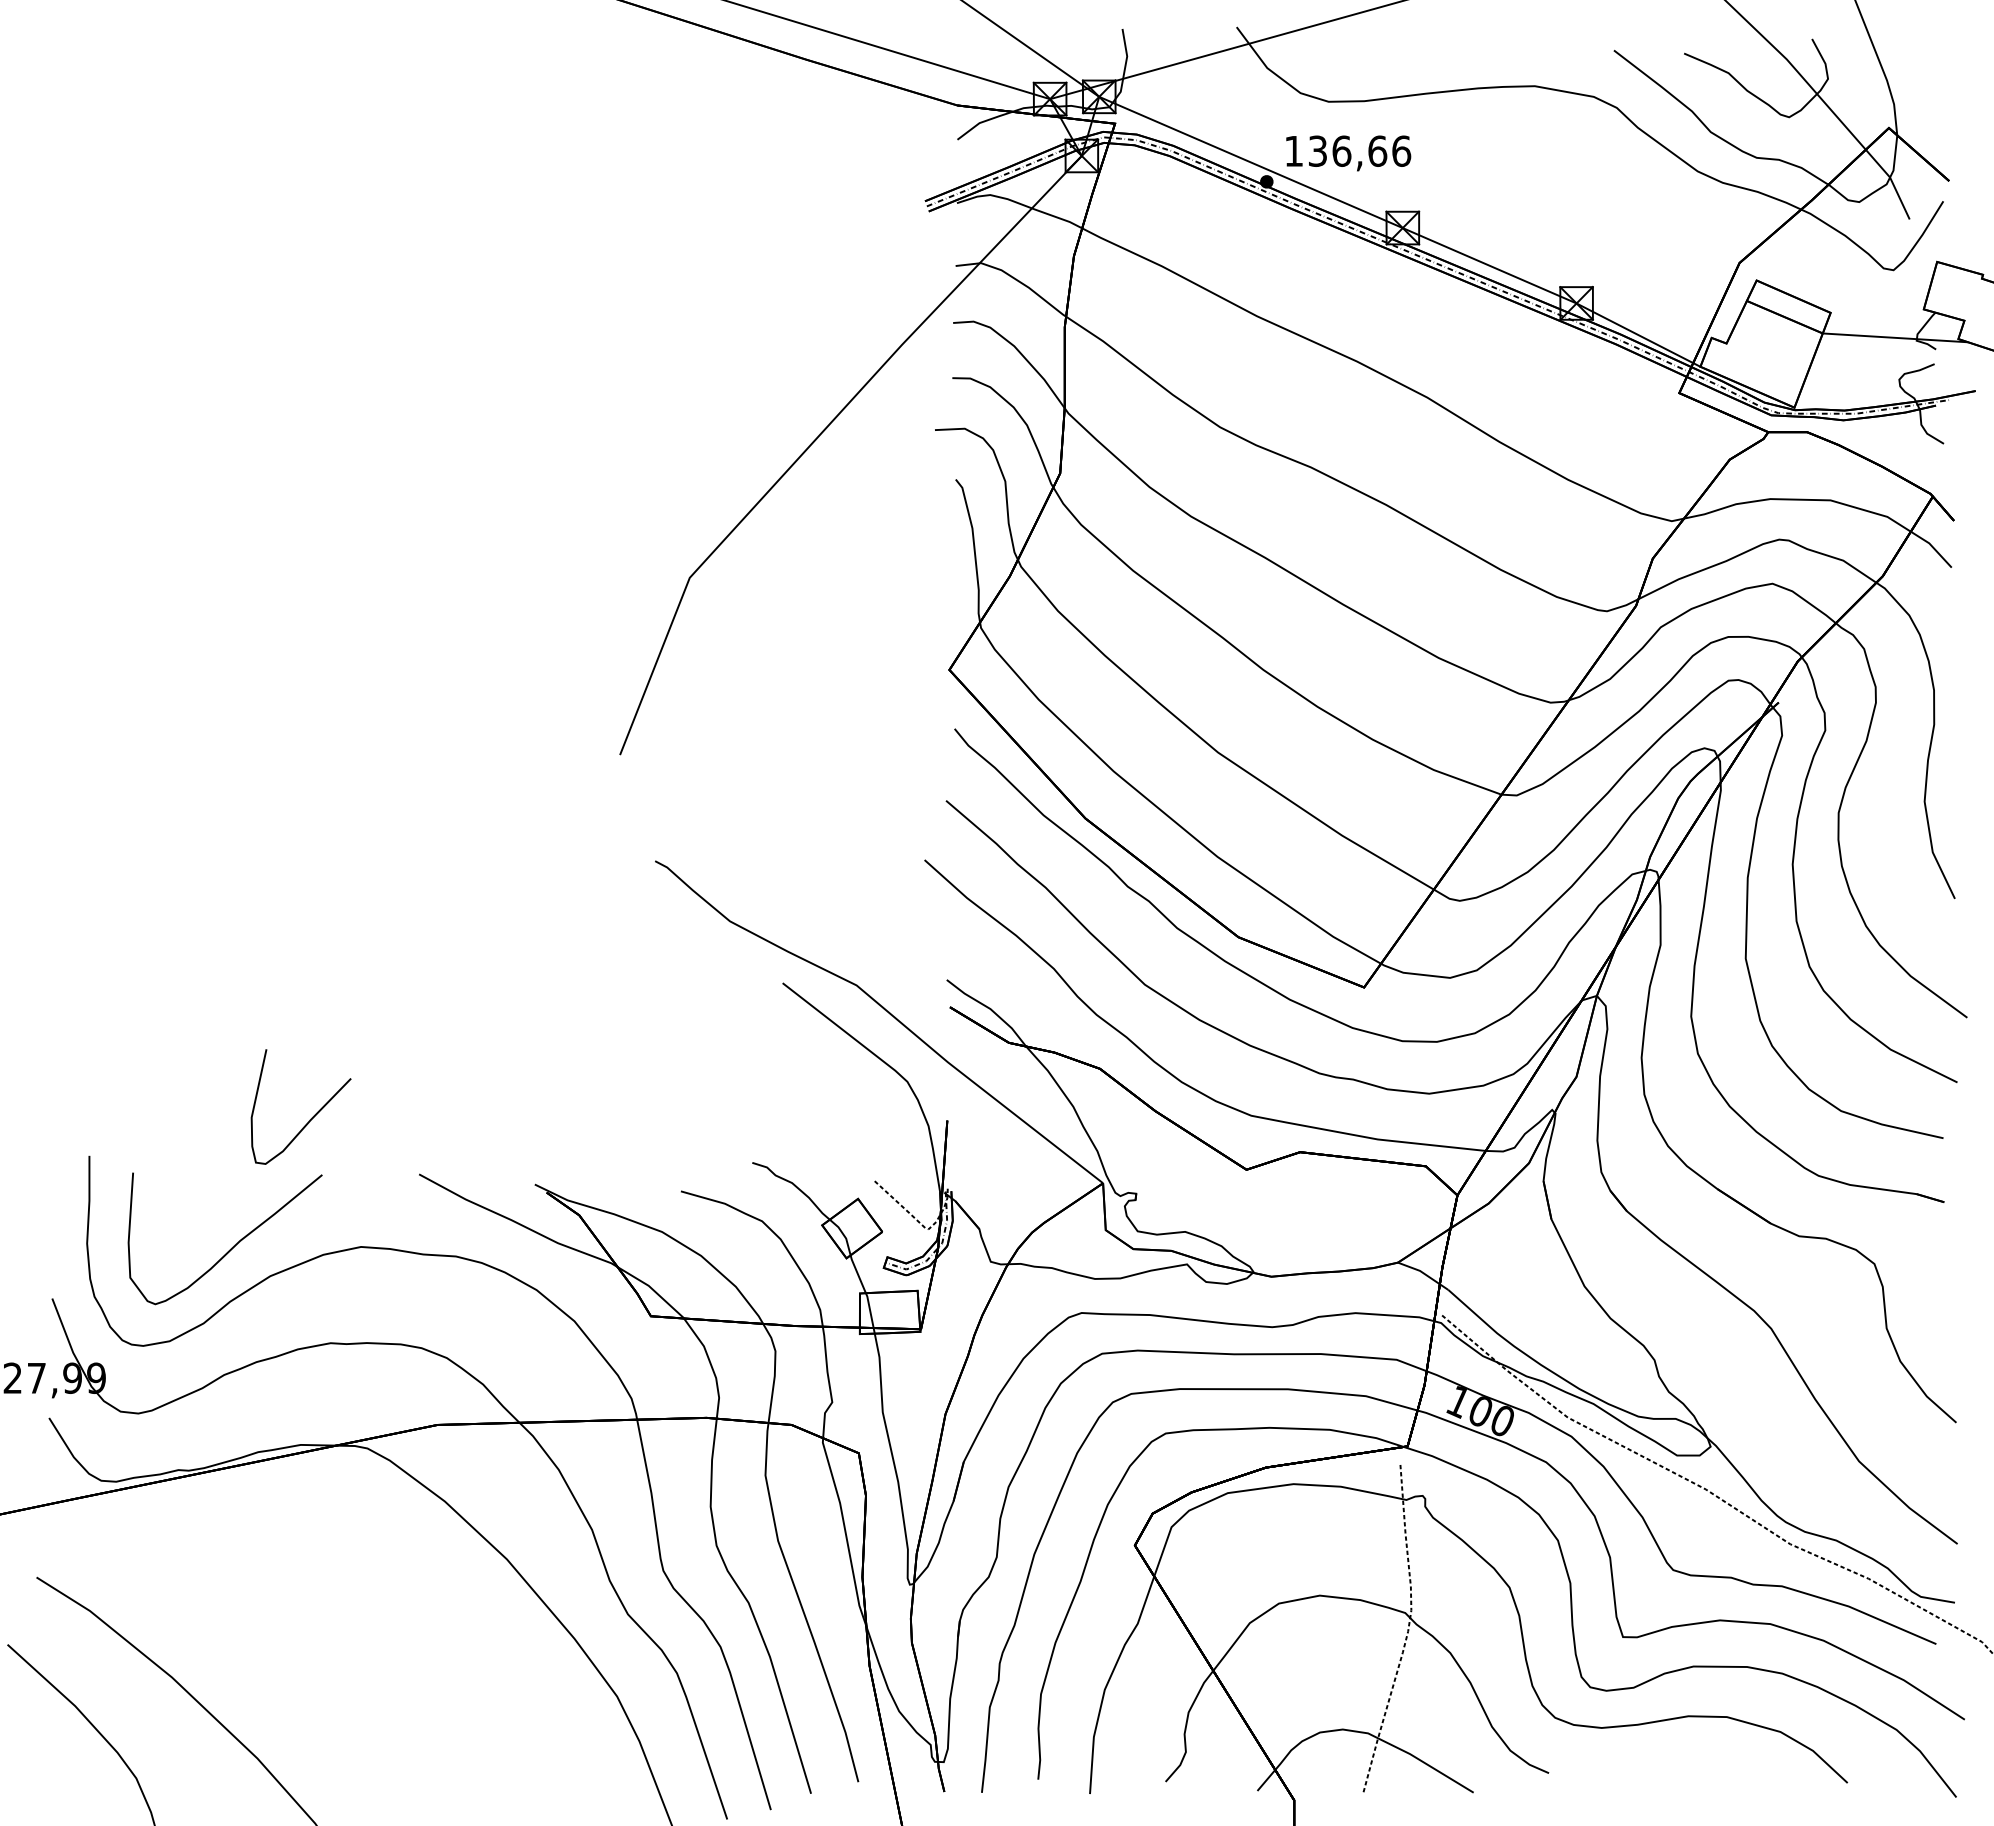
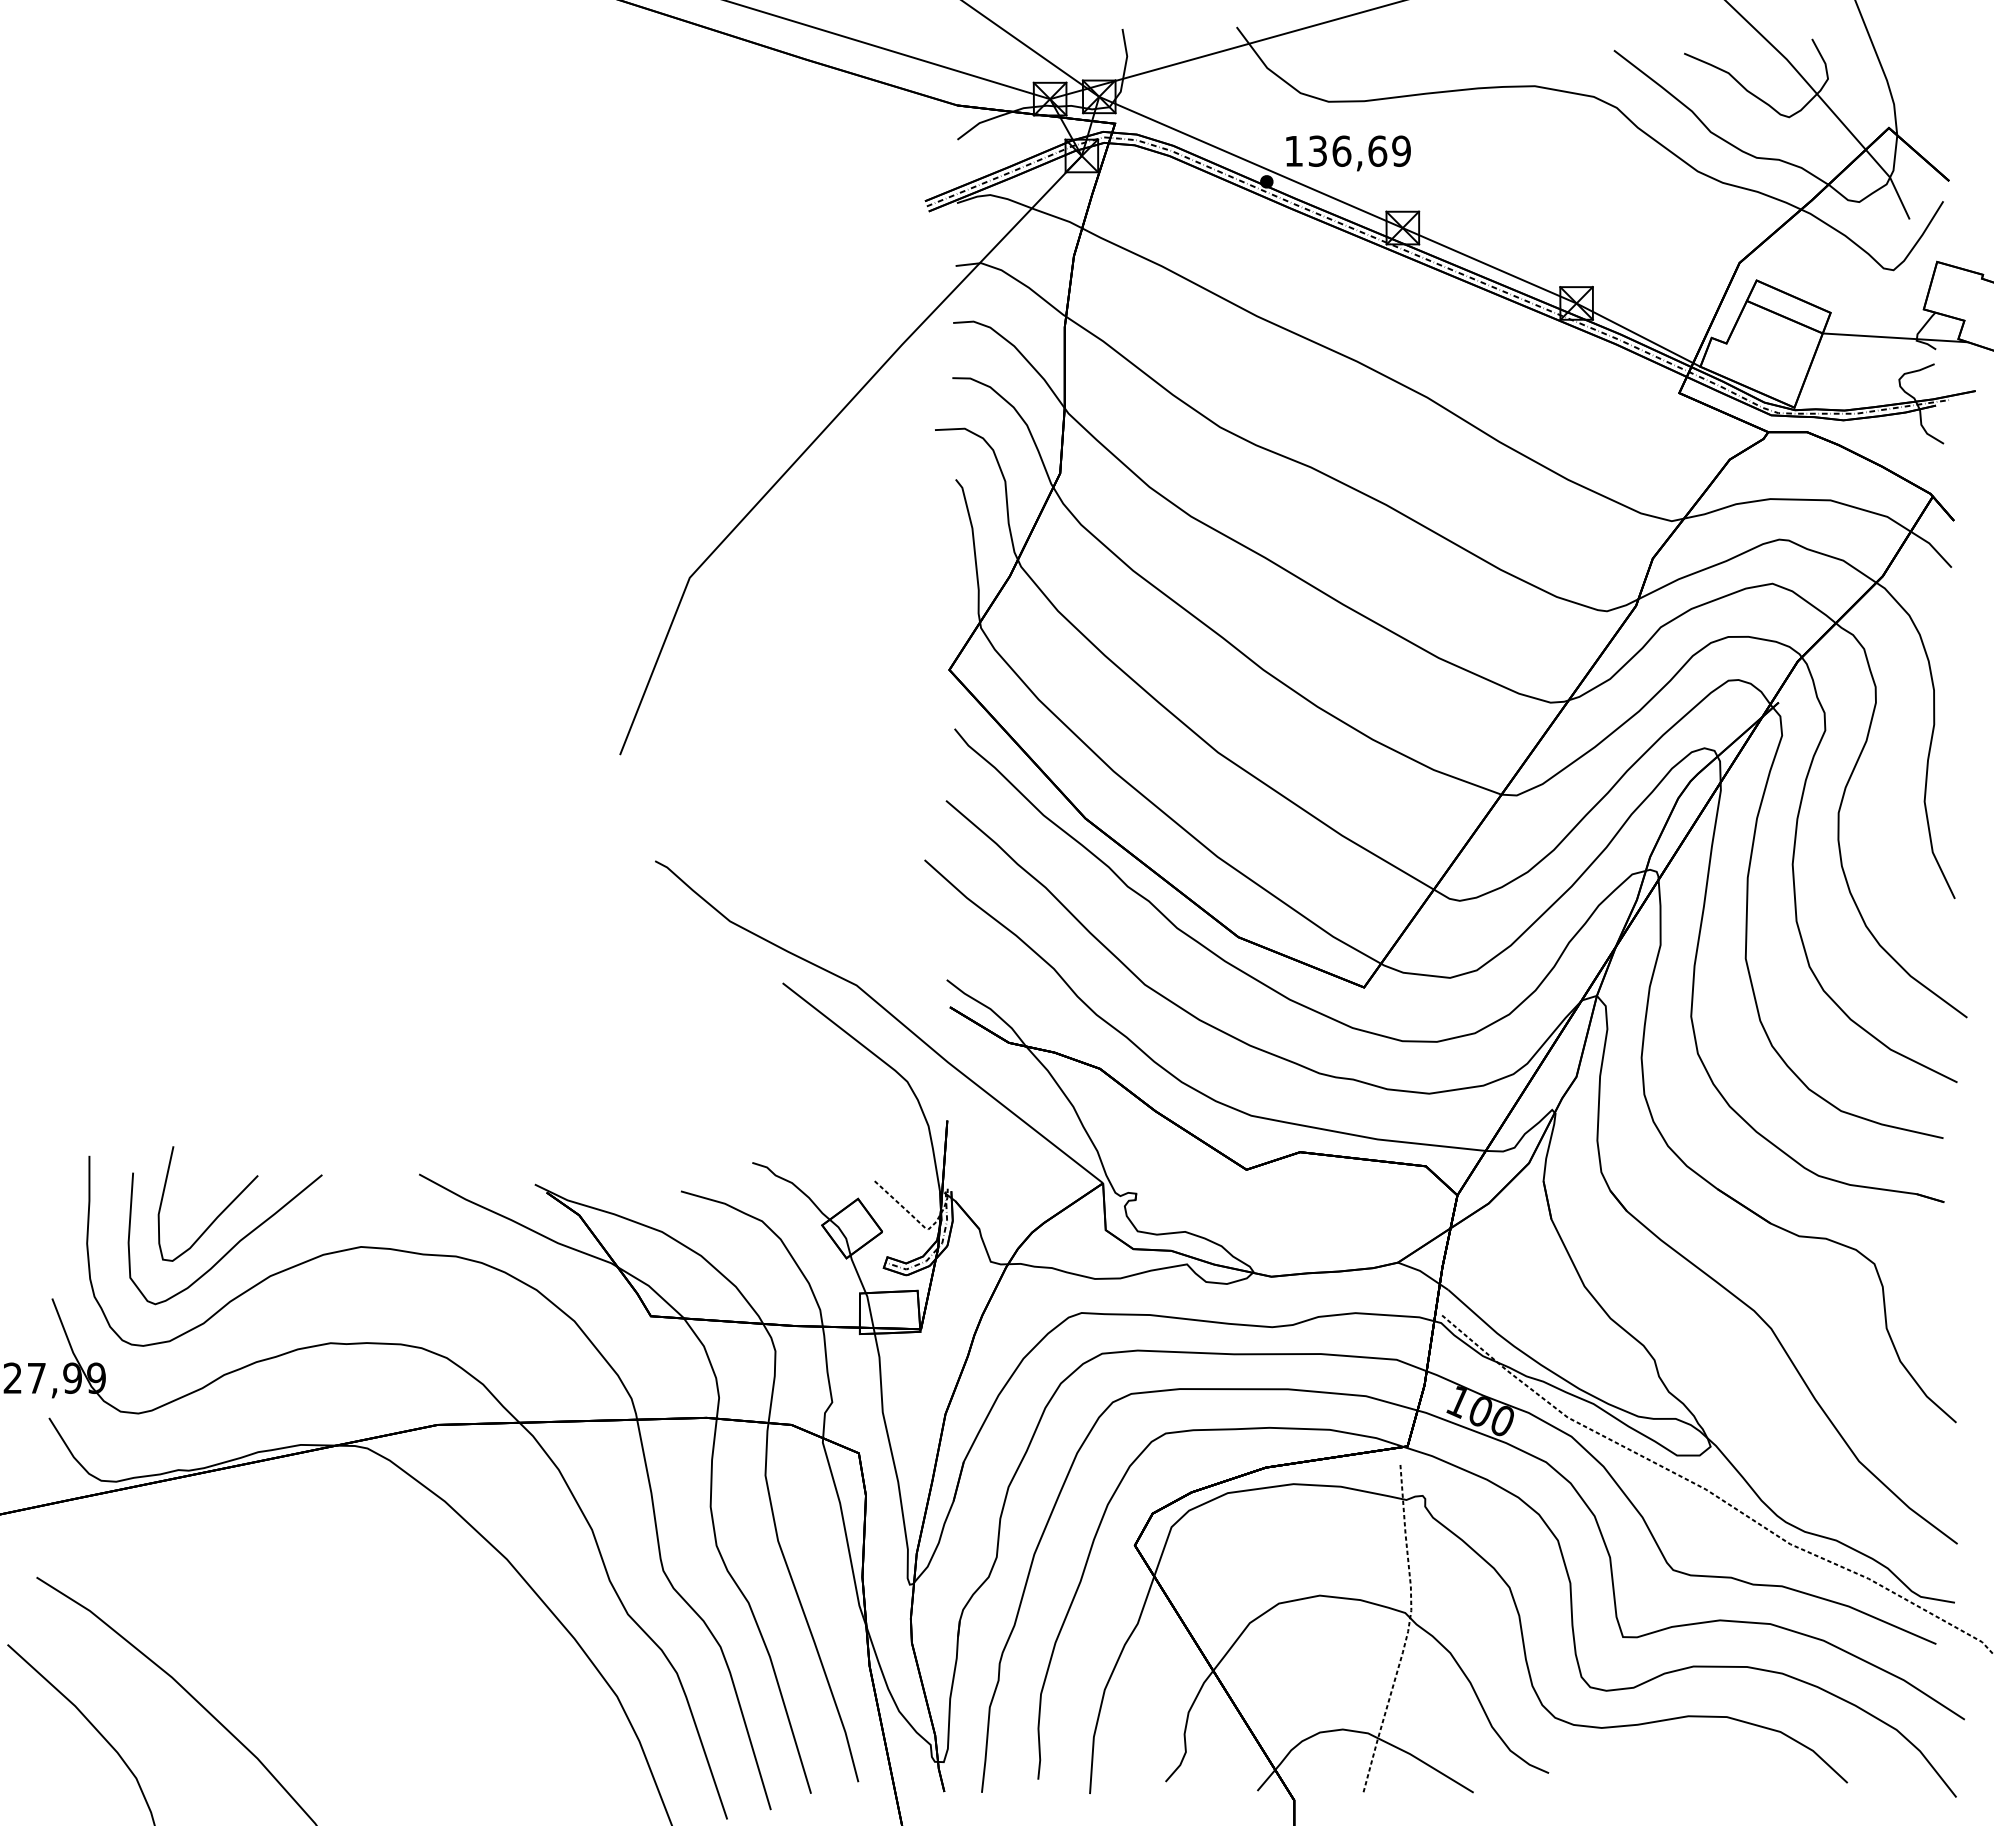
text at (1401, 150): 136,66 -> 136,69
curve at (311, 1117) position: (311, 1117) -> (218, 1214)
